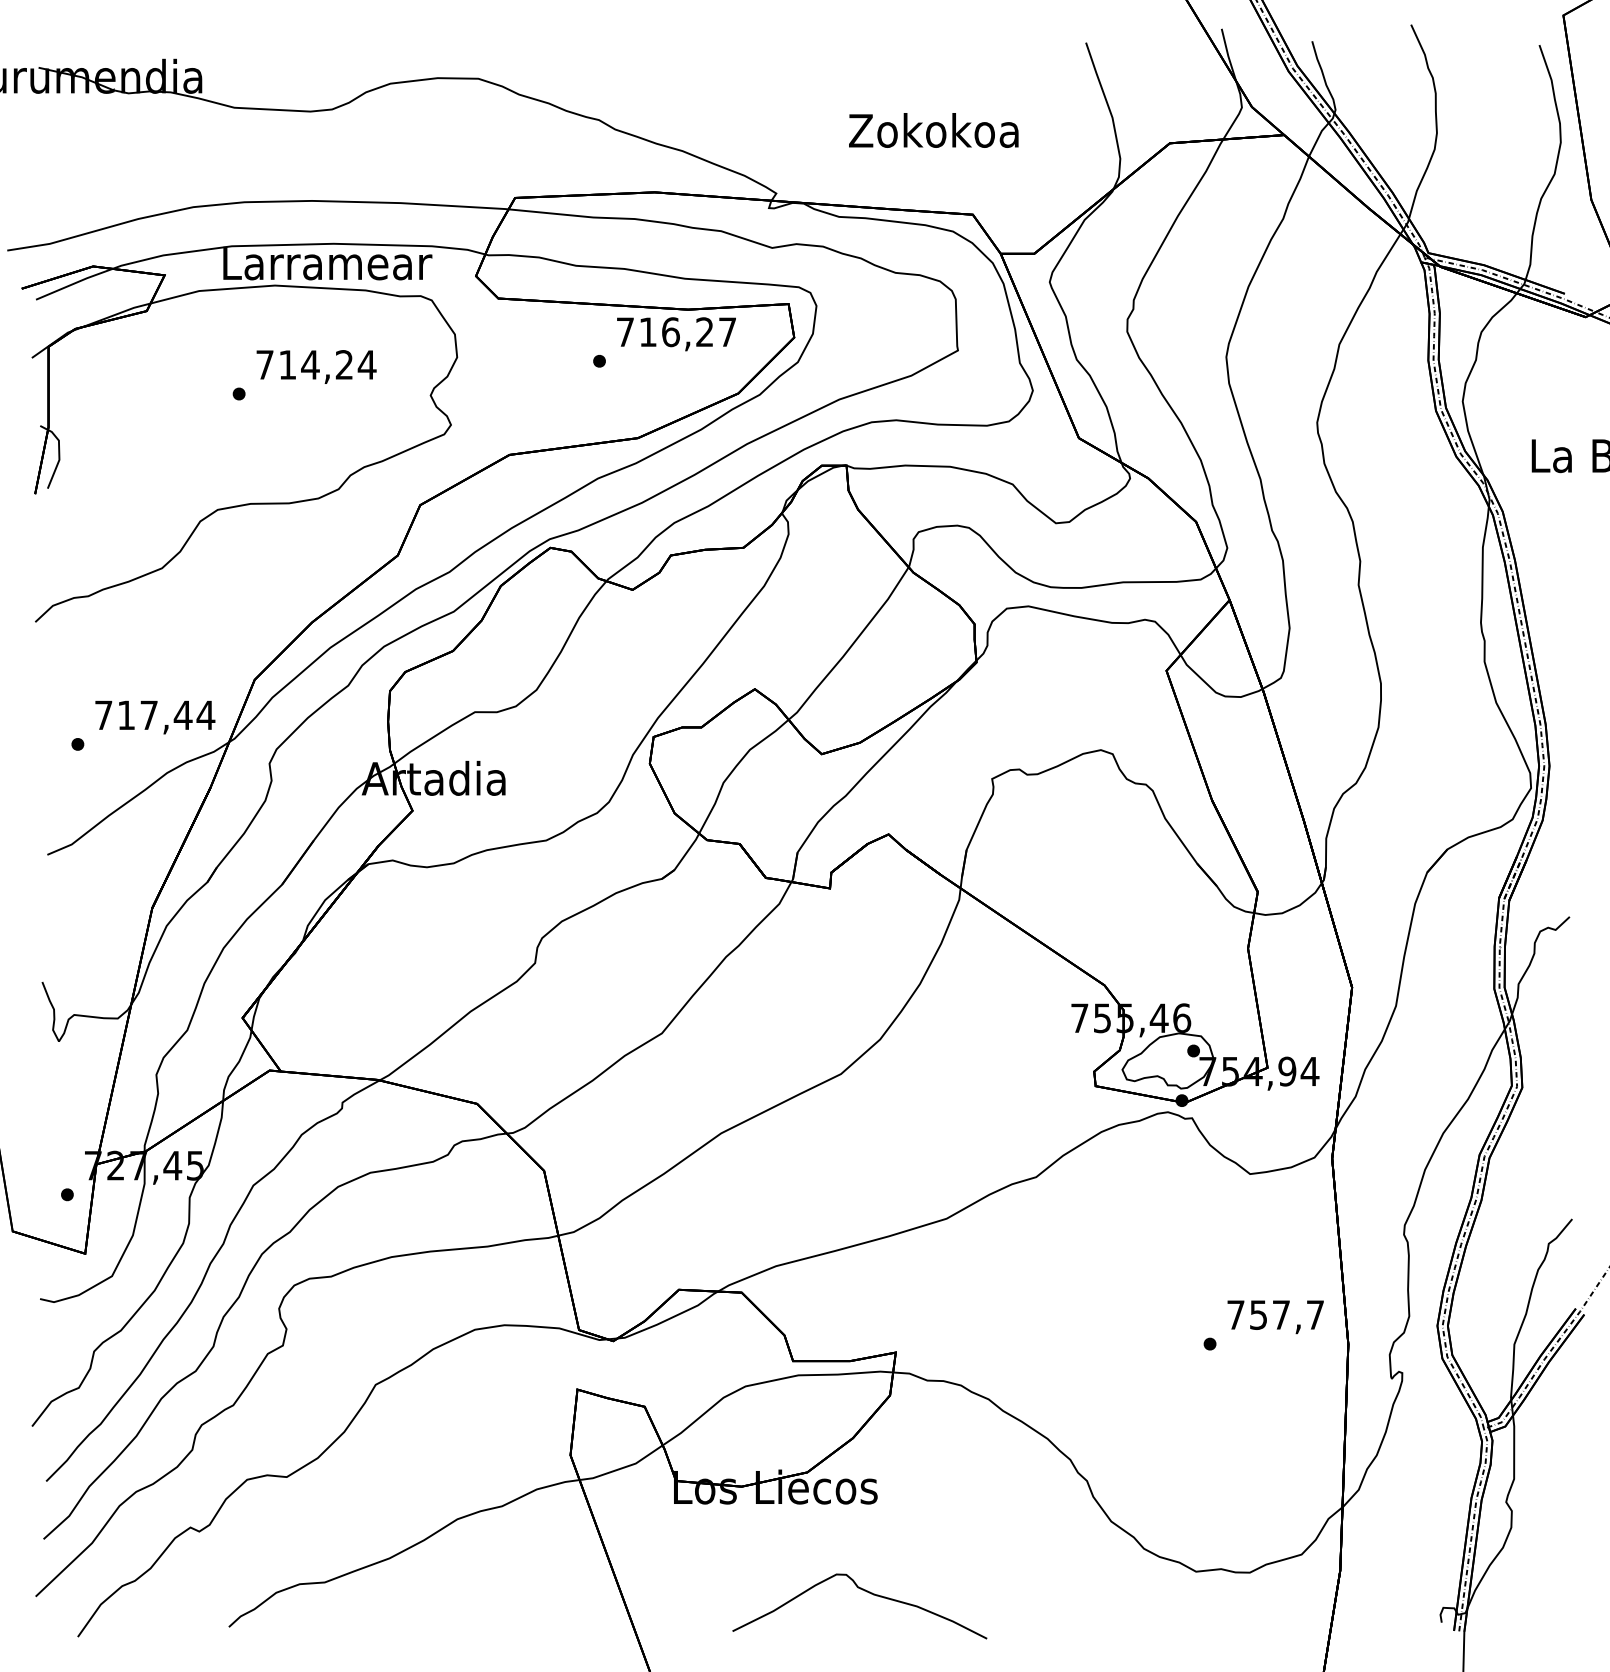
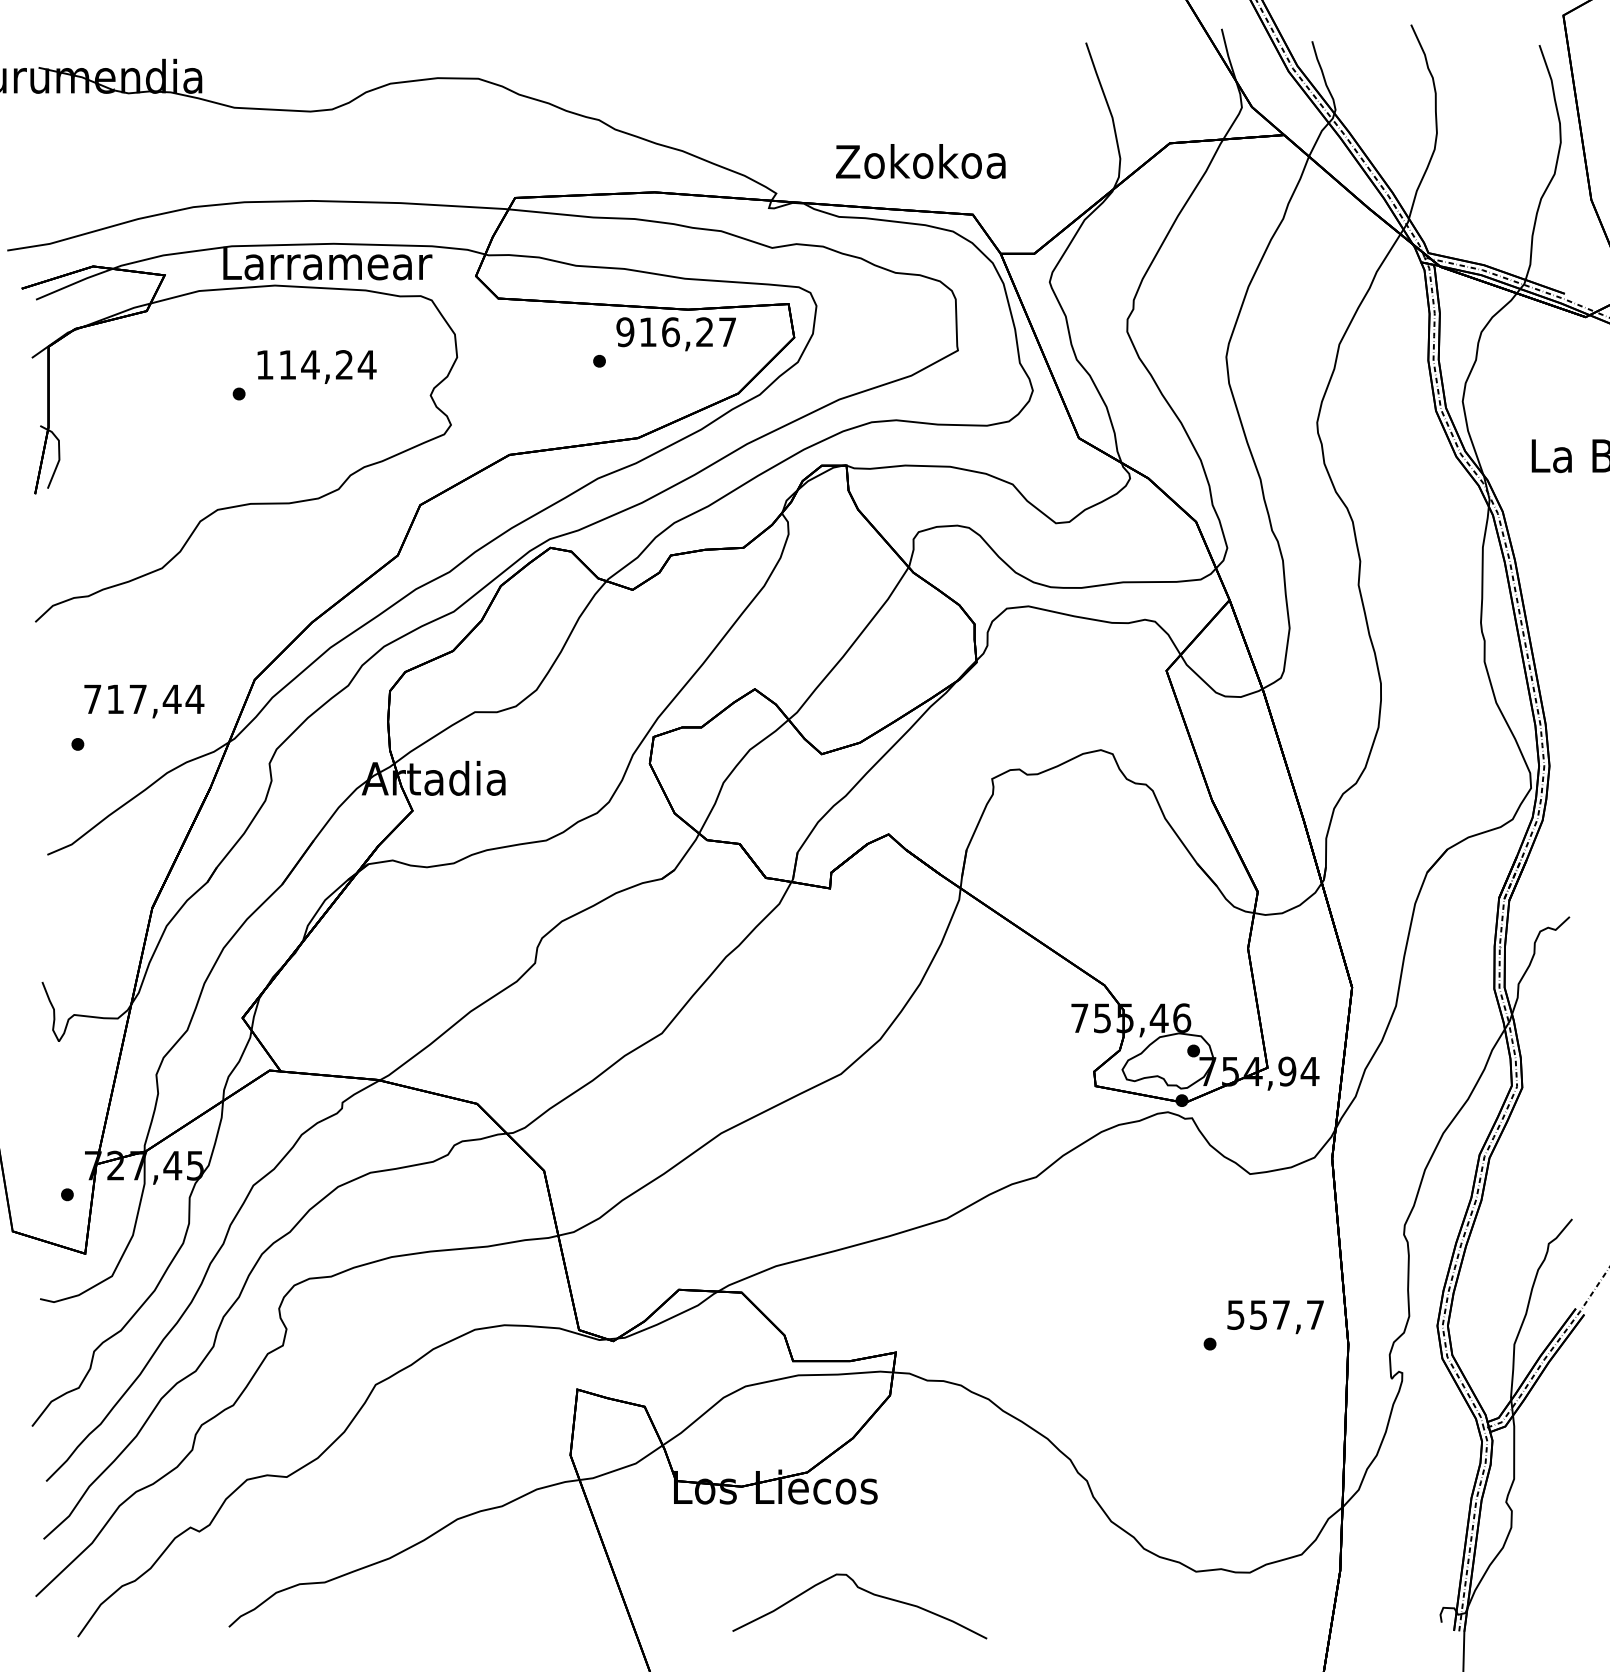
text at (933, 130) position: (933, 130) -> (920, 161)
text at (625, 332): 716,27 -> 916,27
text at (264, 364): 714,24 -> 114,24
text at (155, 717) position: (155, 717) -> (144, 701)
text at (1235, 1314): 757,7 -> 557,7
